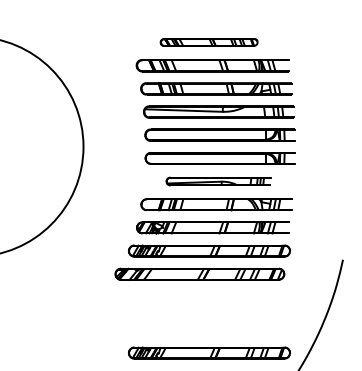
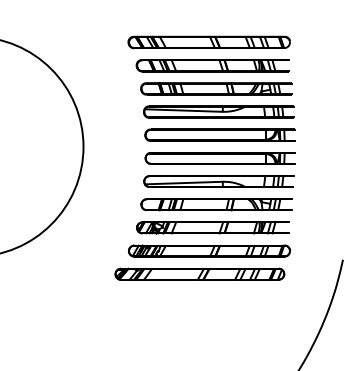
part at (208, 42) size: 100x9 px -> 164x15 px
part at (218, 181) size: 107x11 px -> 152x13 px
part at (209, 352): present -> none
